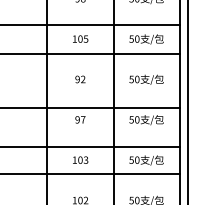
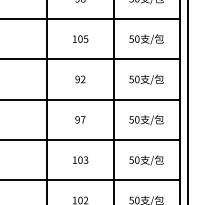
line at (90, 24) position: (90, 24) -> (90, 18)
line at (90, 54) position: (90, 54) -> (90, 59)
line at (90, 107) position: (90, 107) -> (90, 99)
line at (90, 147) position: (90, 147) -> (90, 140)
line at (90, 174) position: (90, 174) -> (90, 180)
